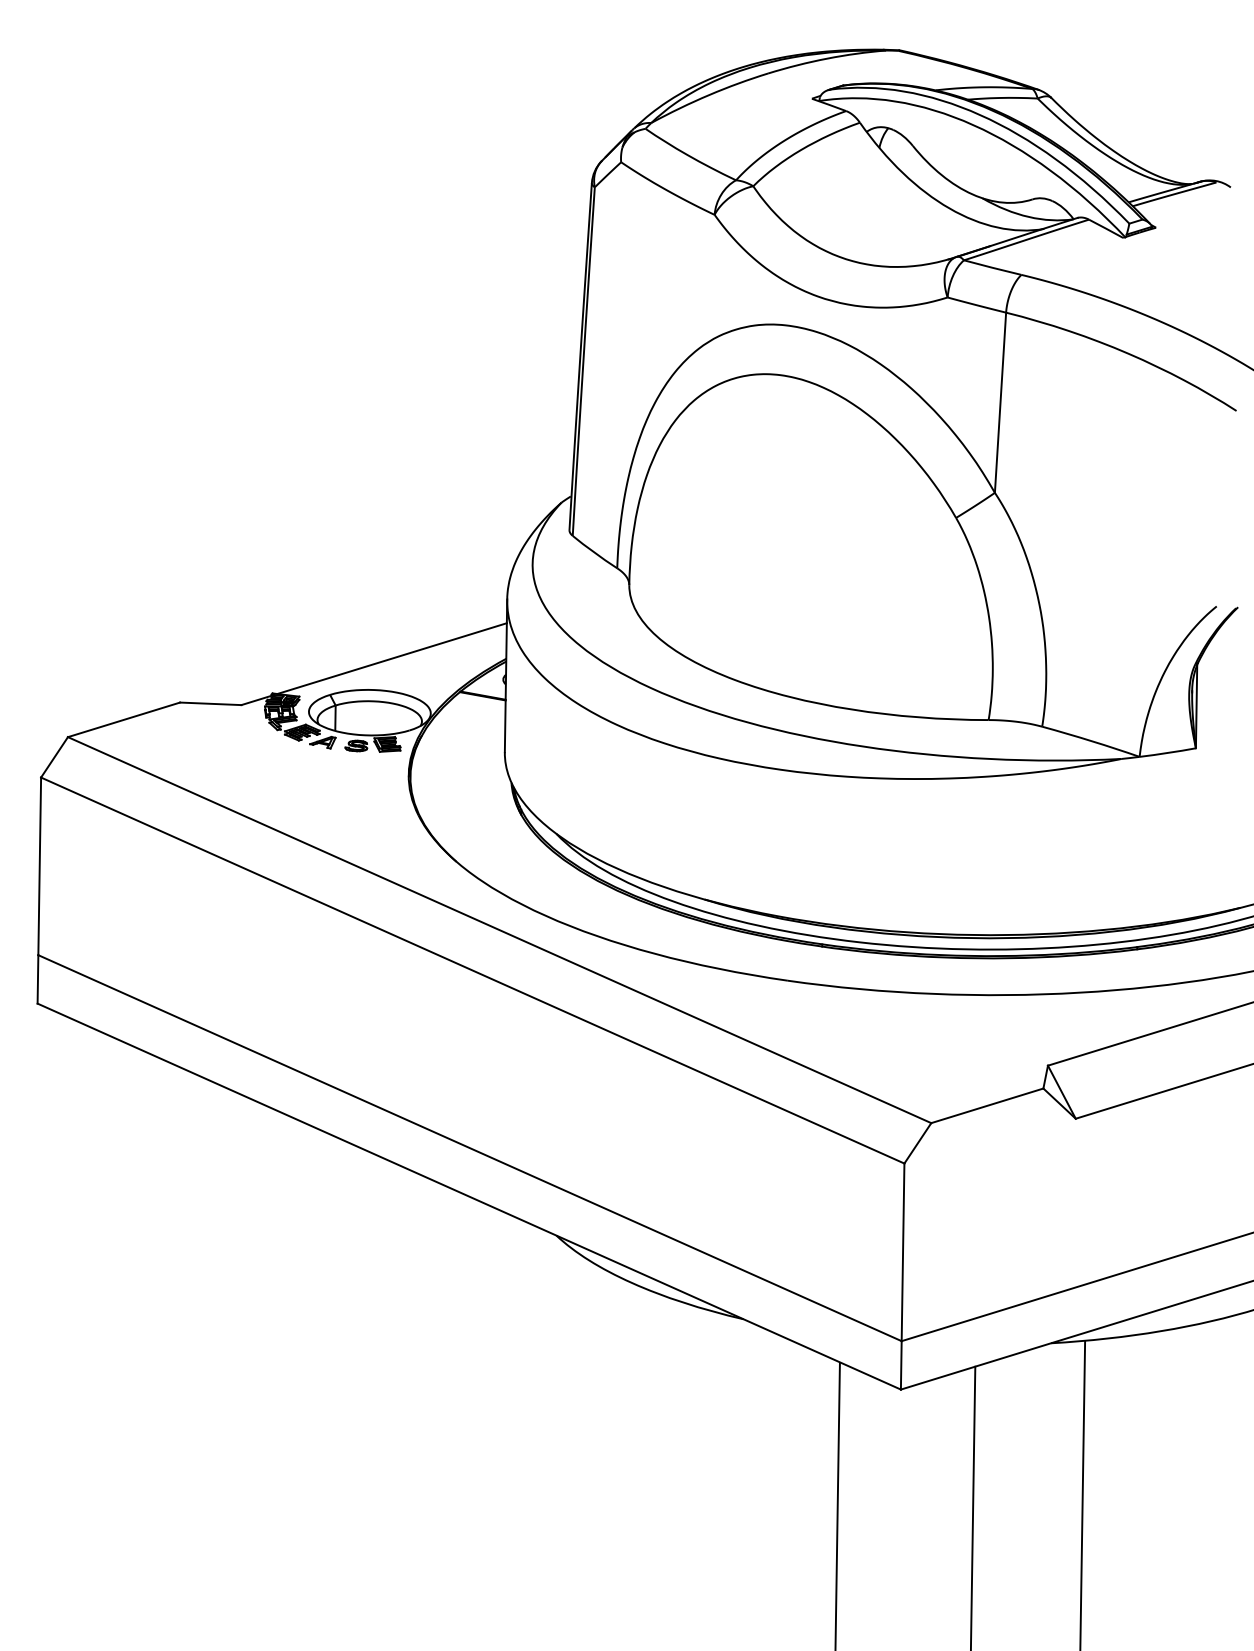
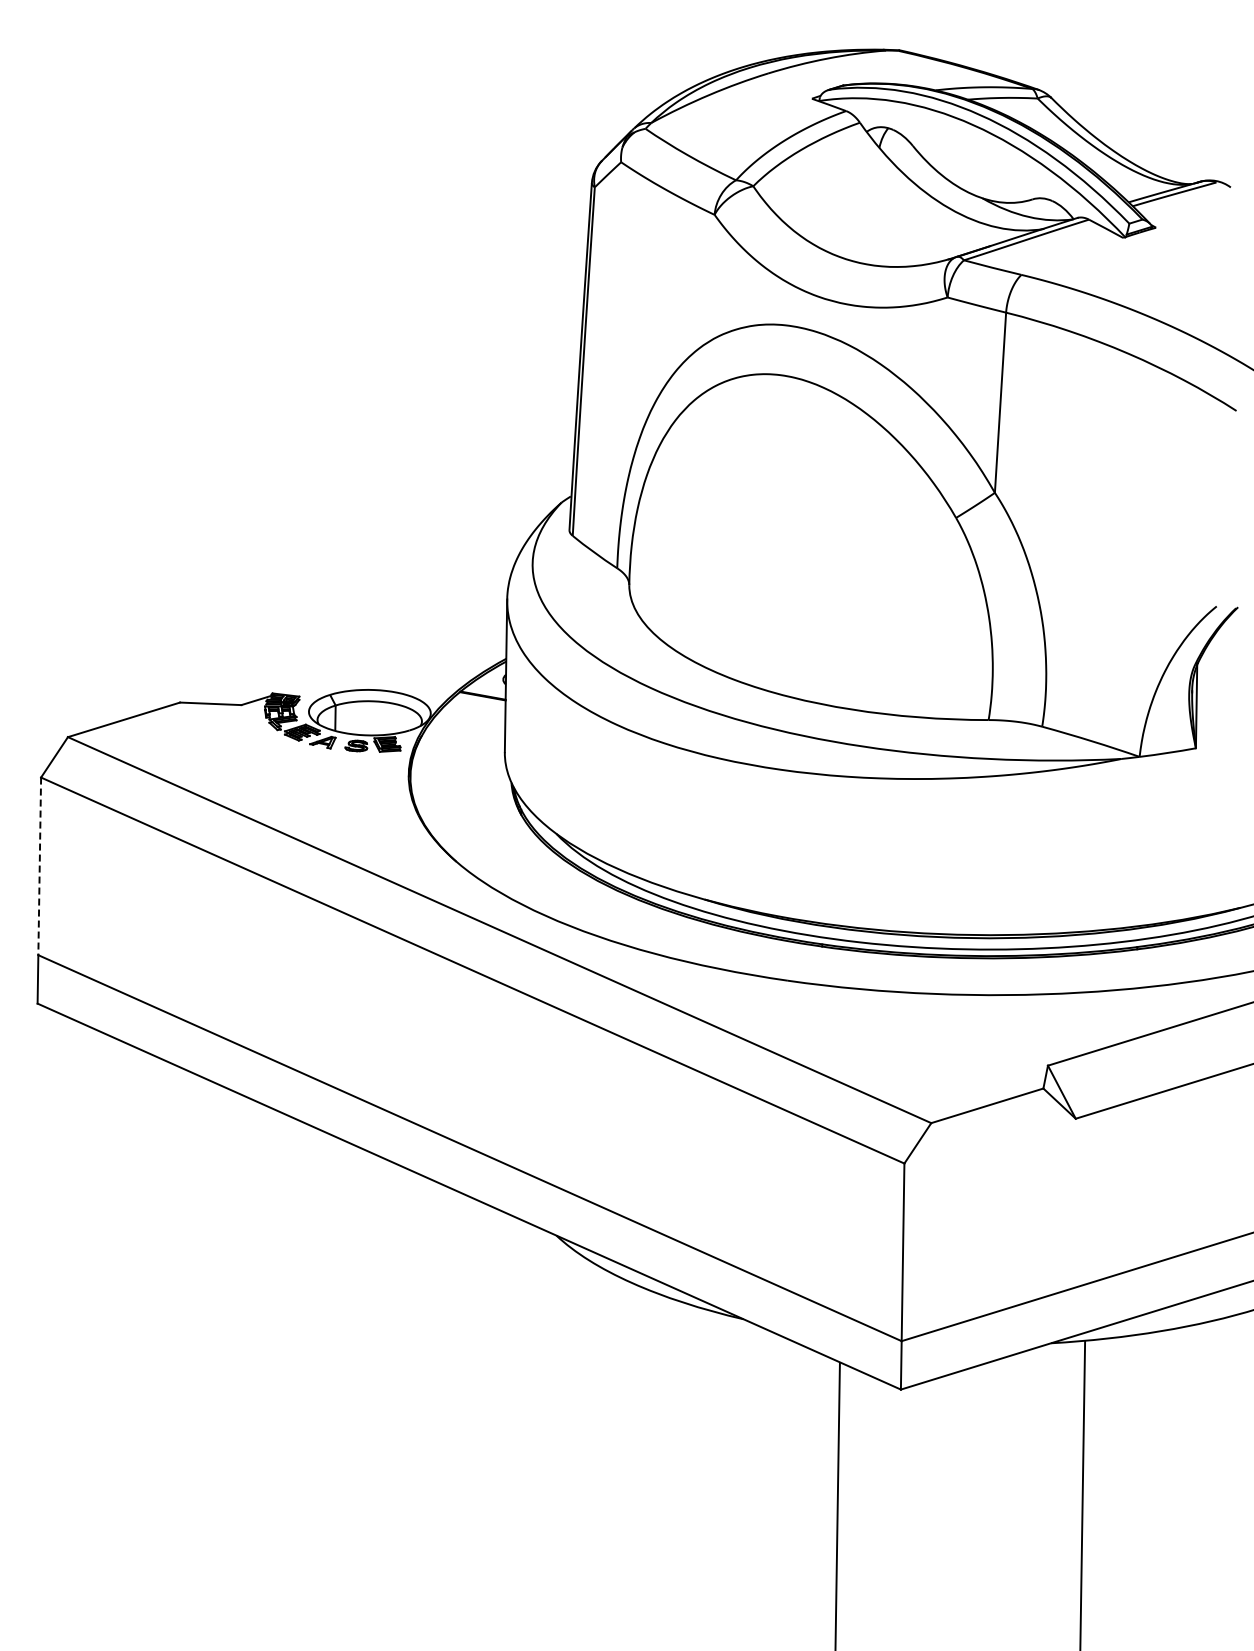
line at (391, 658): present -> none
line at (39, 866): solid -> dashed
line at (972, 1506): present -> none
